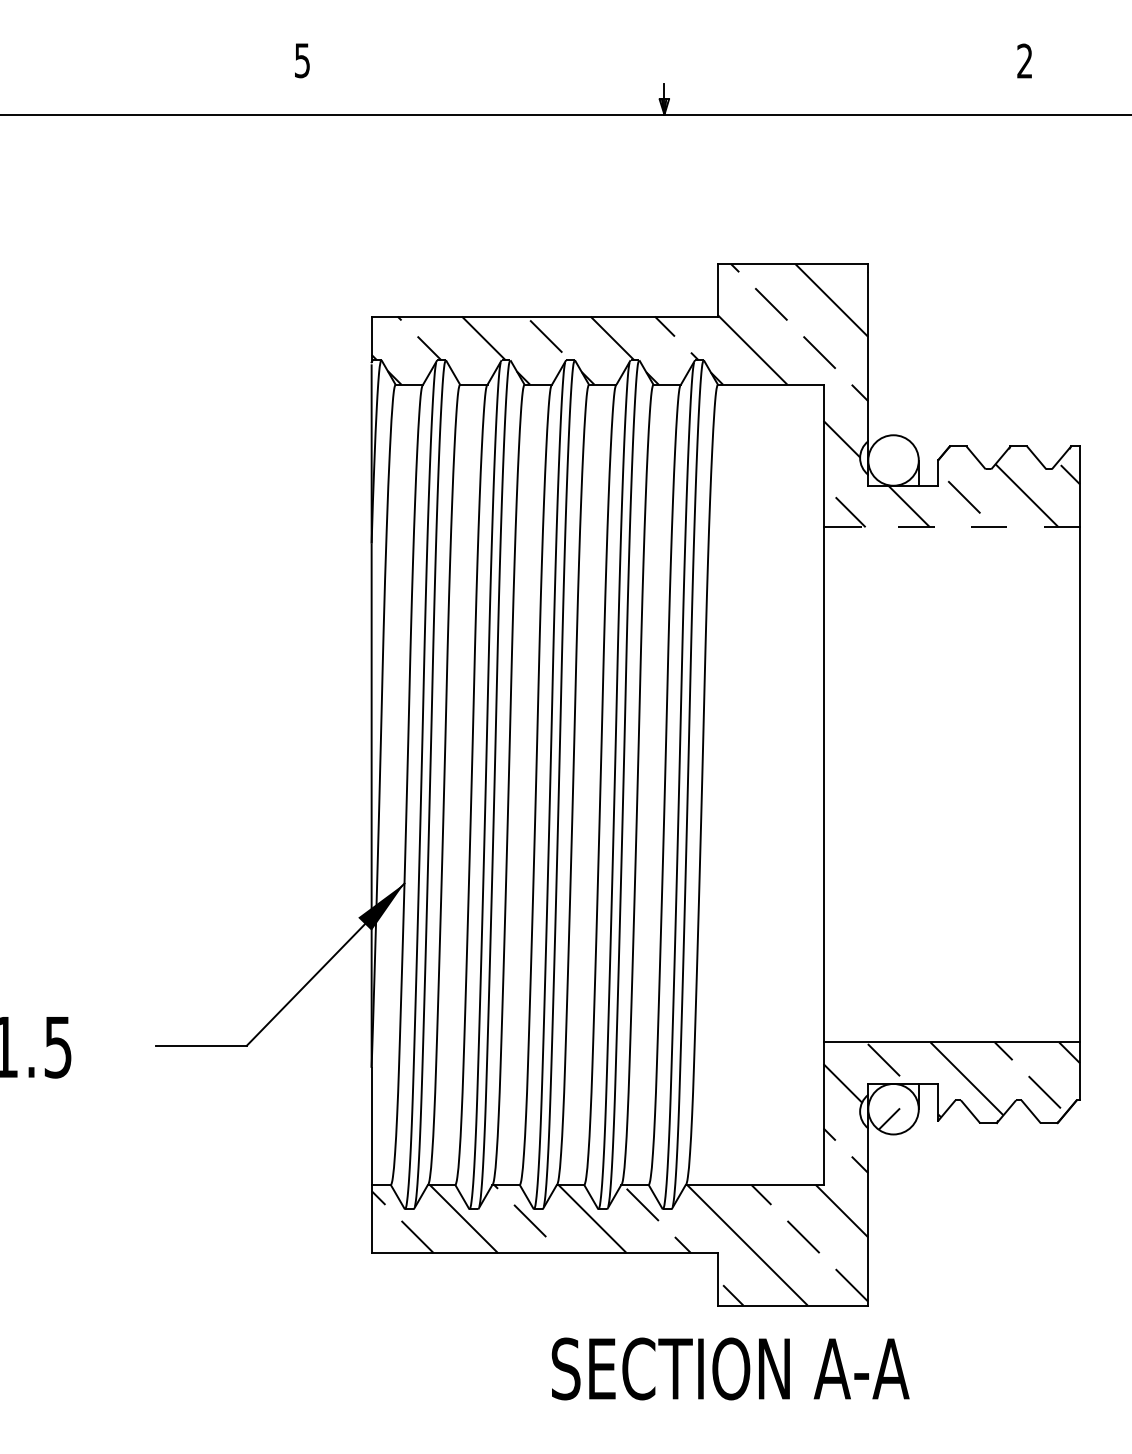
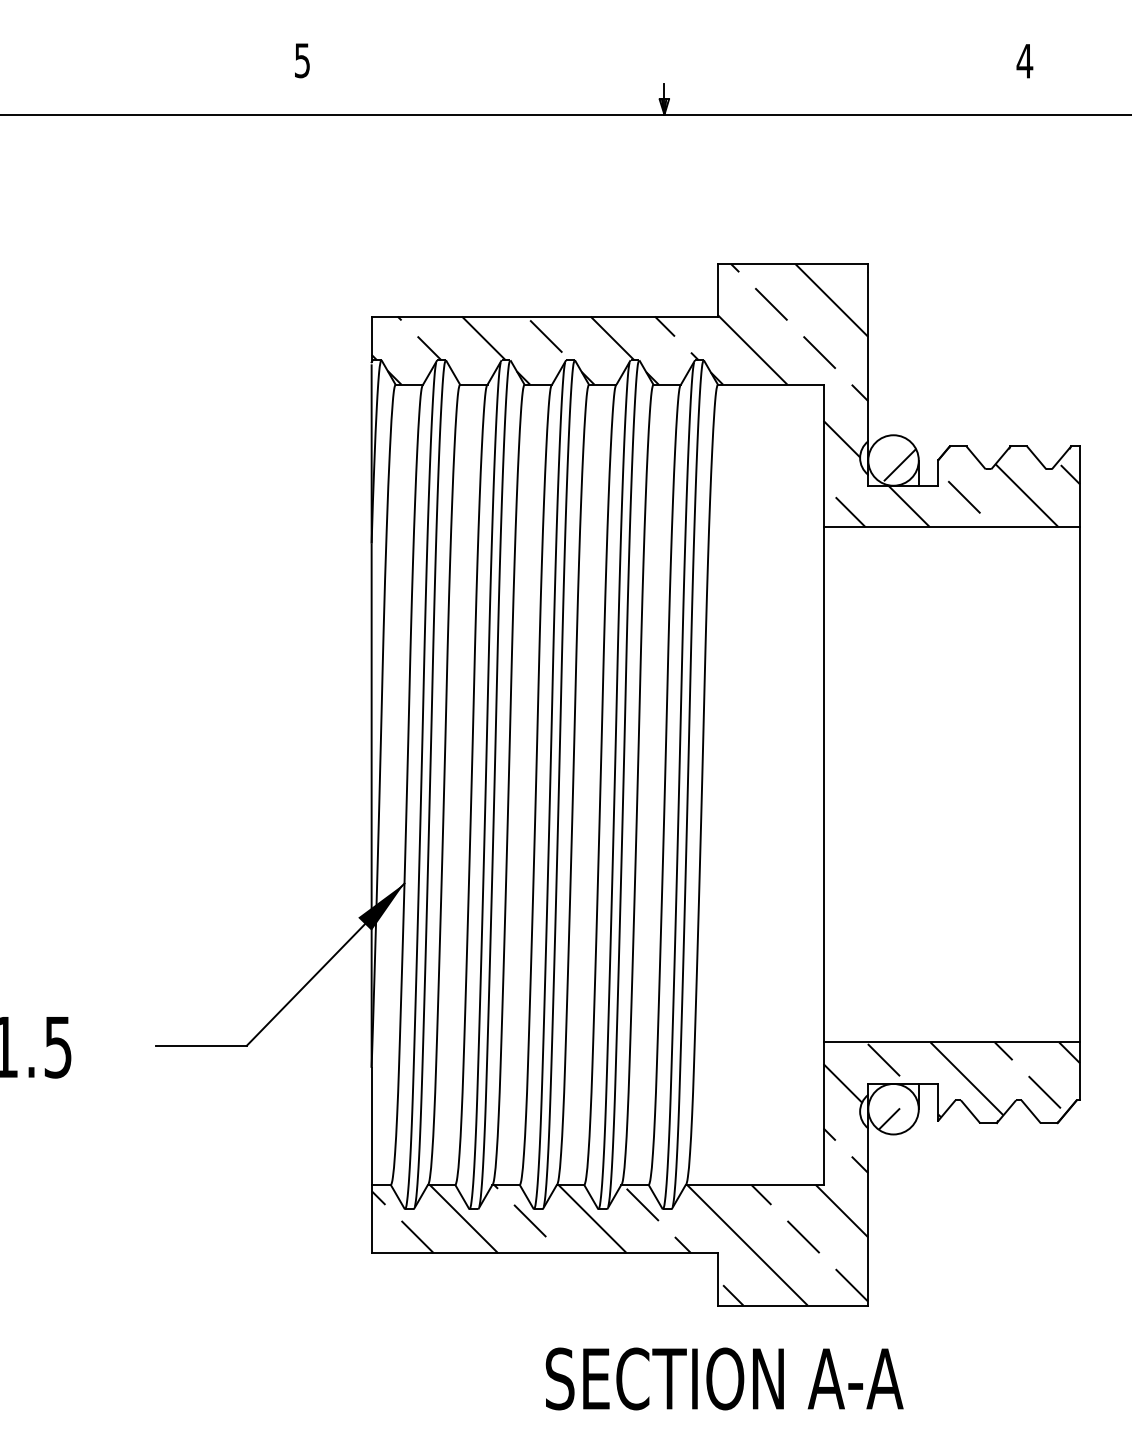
text at (1024, 60): 2 -> 4
hatch at (899, 465): none -> present
line at (951, 527): dashed -> solid
text at (730, 1368) position: (730, 1368) -> (724, 1378)
